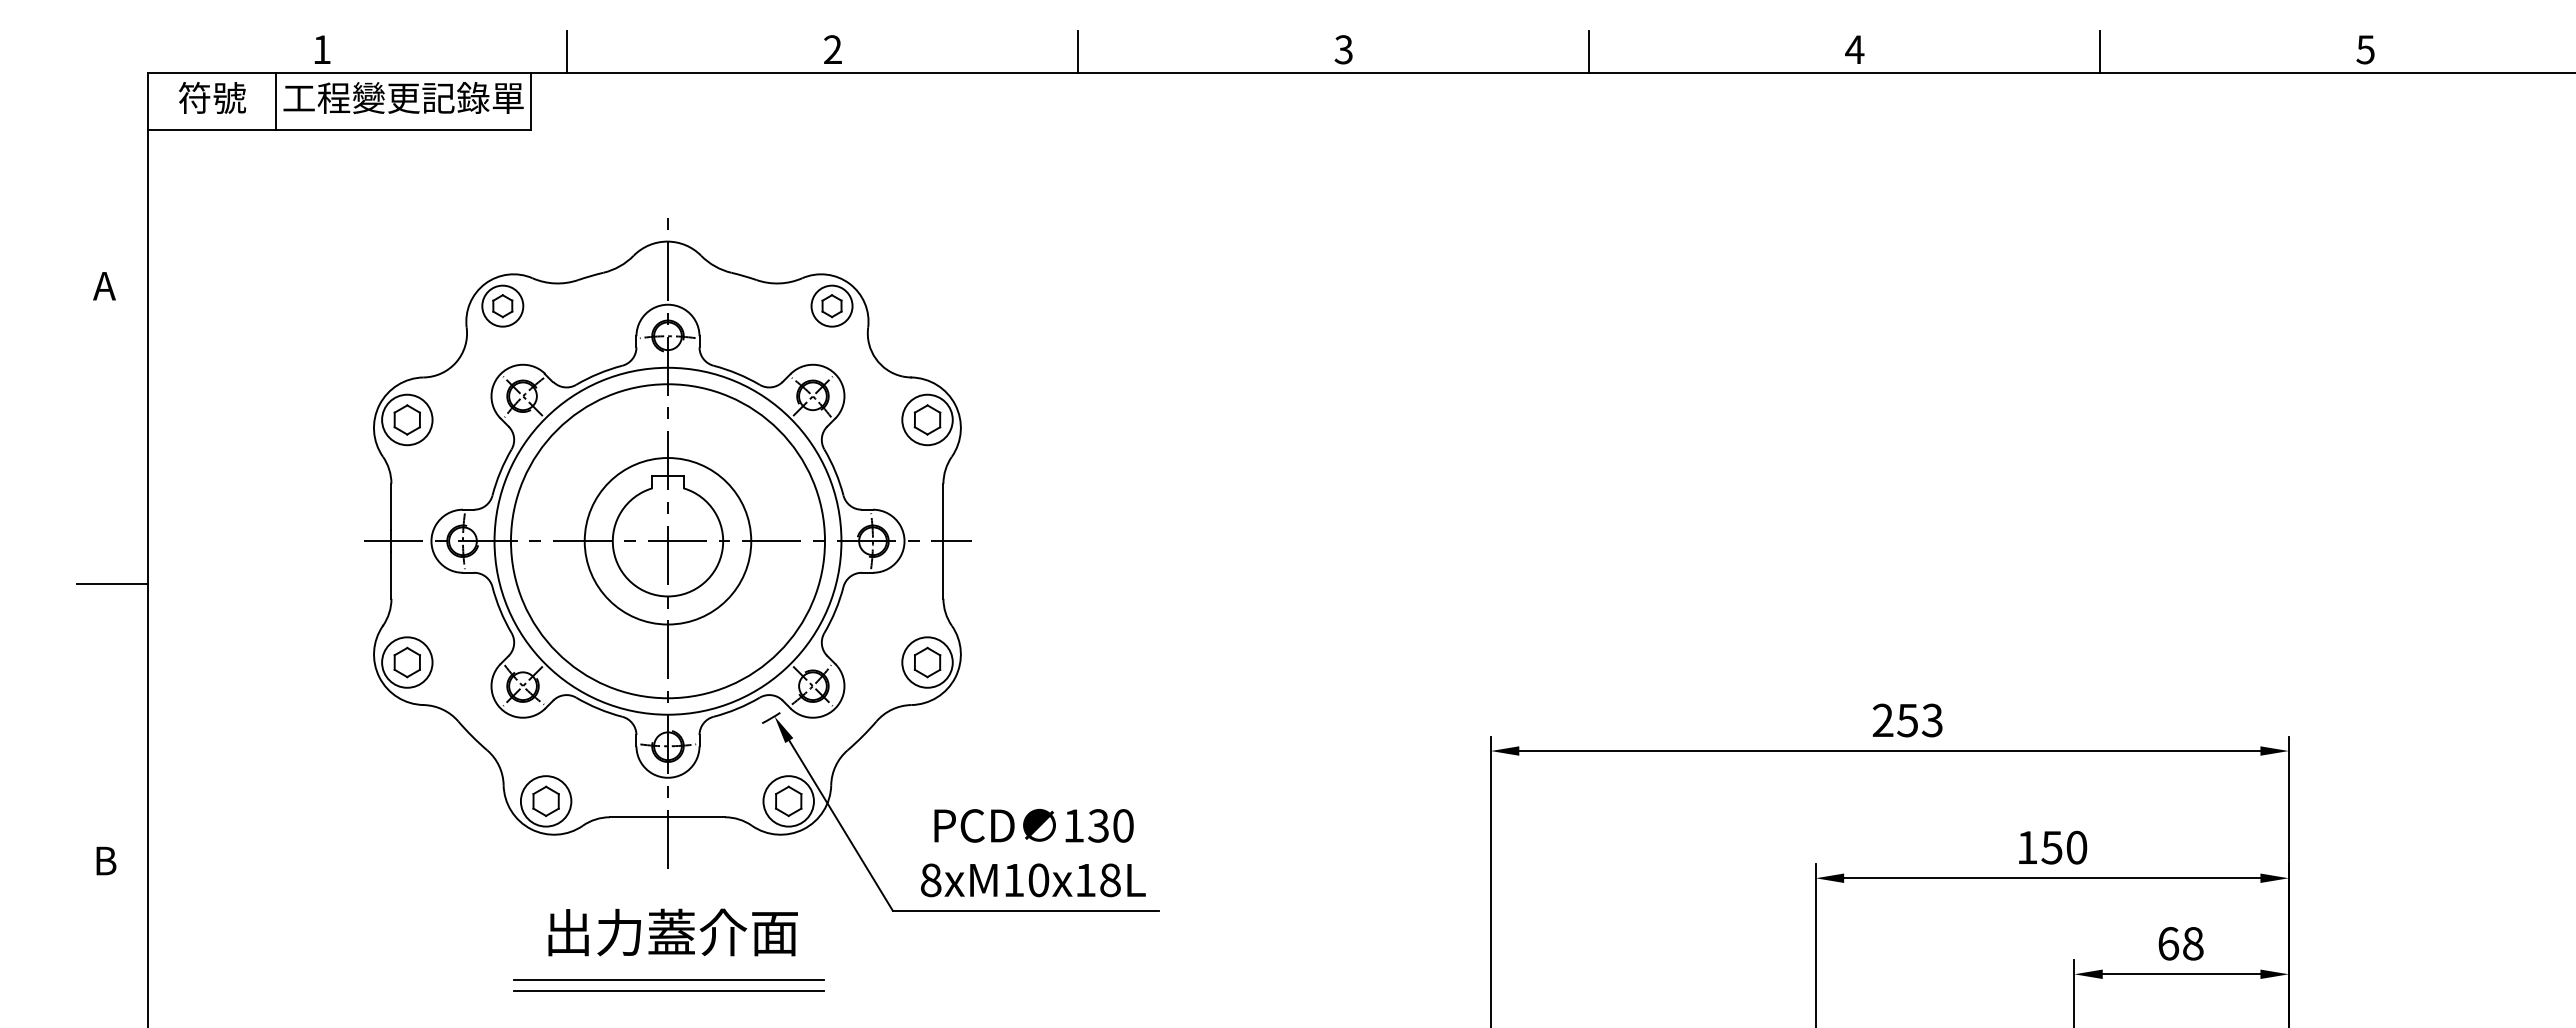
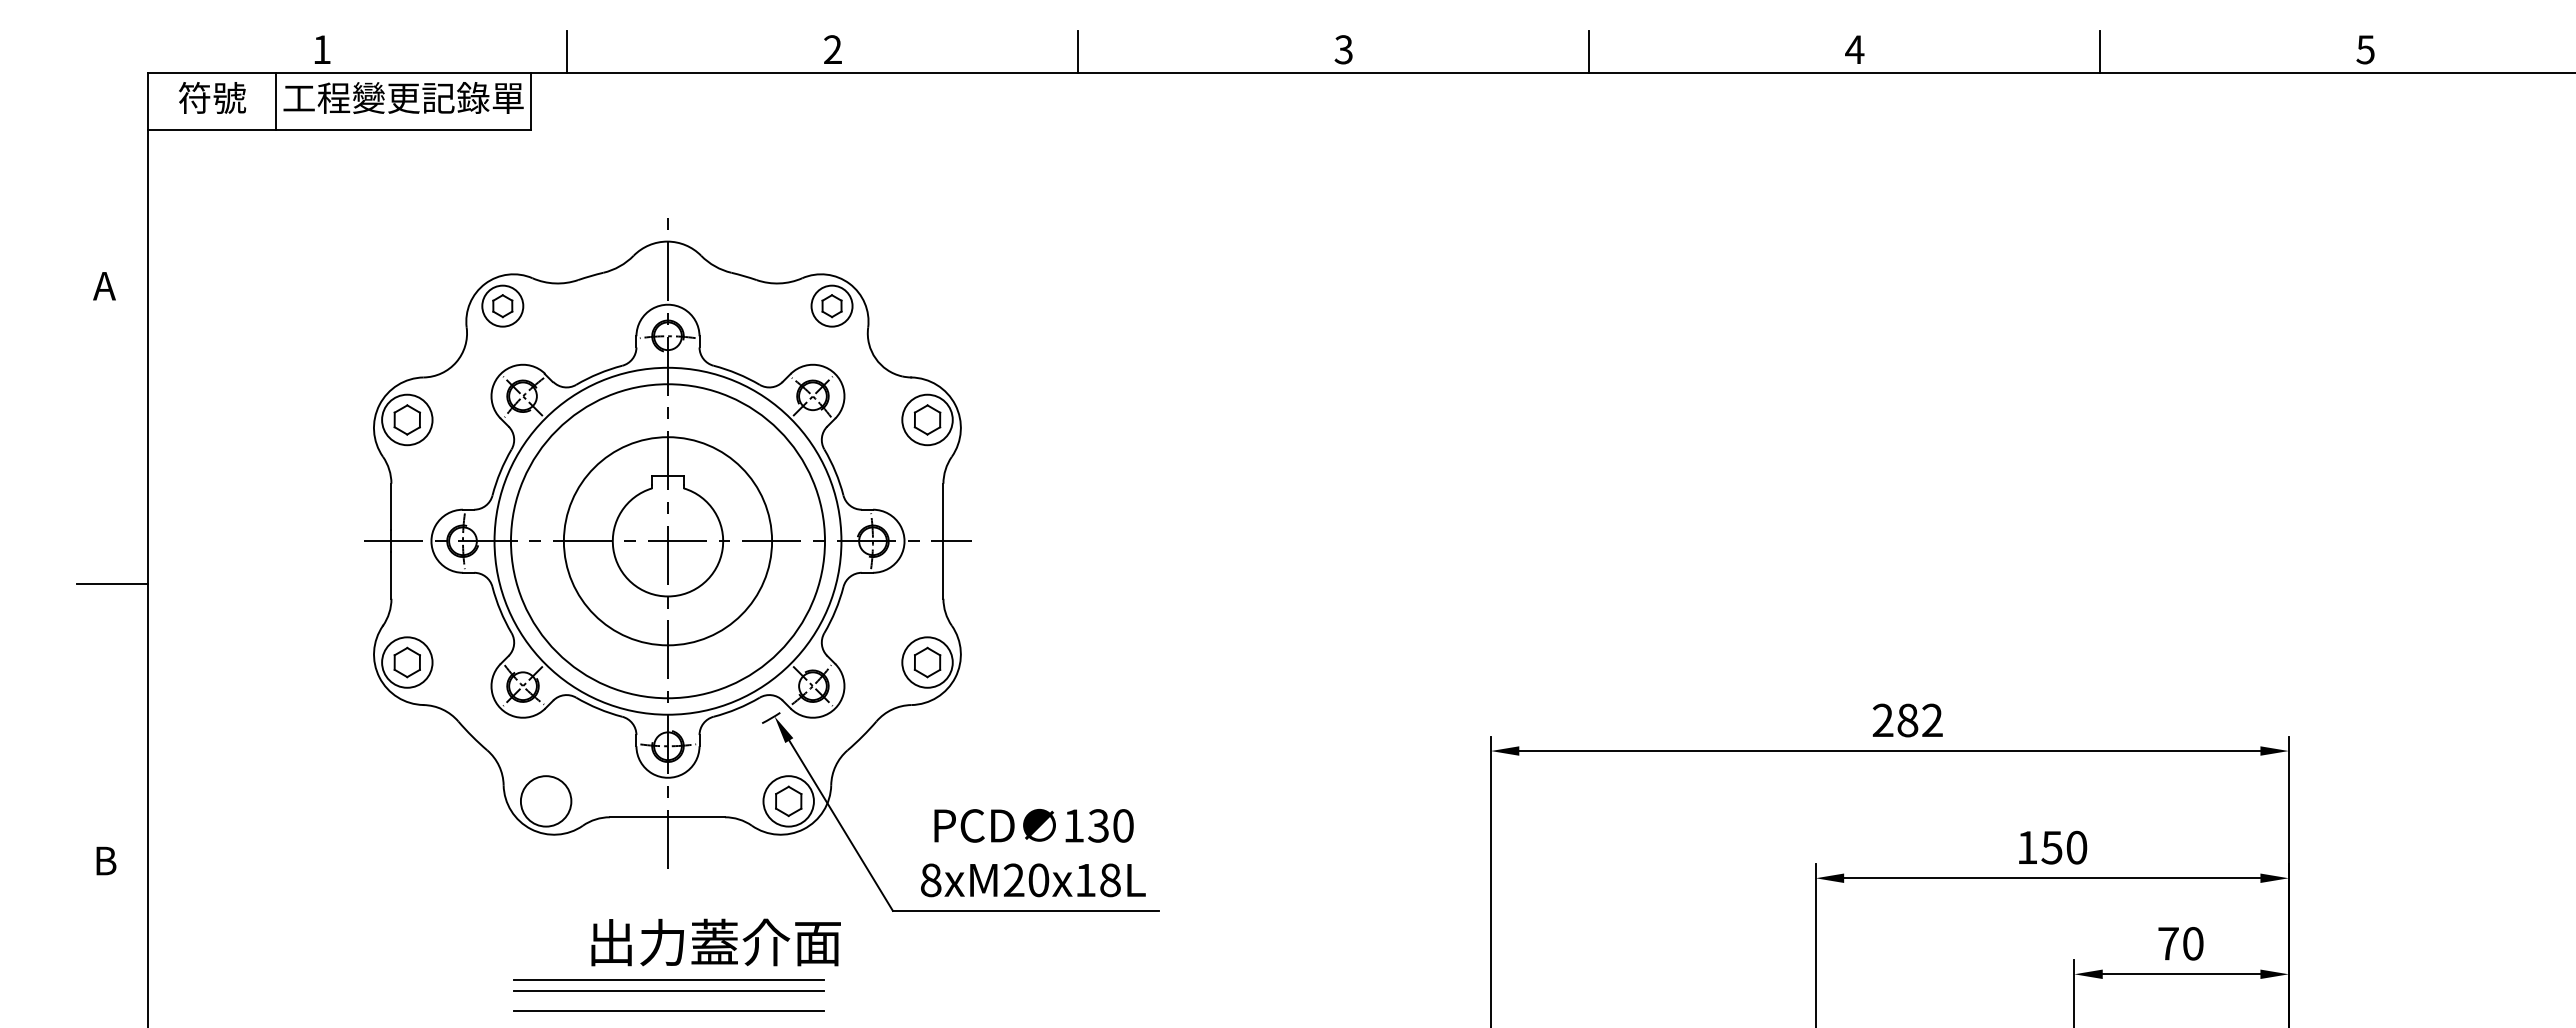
circle at (667, 541) diameter: 167 px -> 208 px
text at (1919, 720): 253 -> 282
part at (545, 800): present -> none
text at (1013, 879): 8xM10x18L -> 8xM20x18L
text at (672, 932) position: (672, 932) -> (715, 942)
text at (2180, 943): 68 -> 70
line at (668, 1010): none -> present
